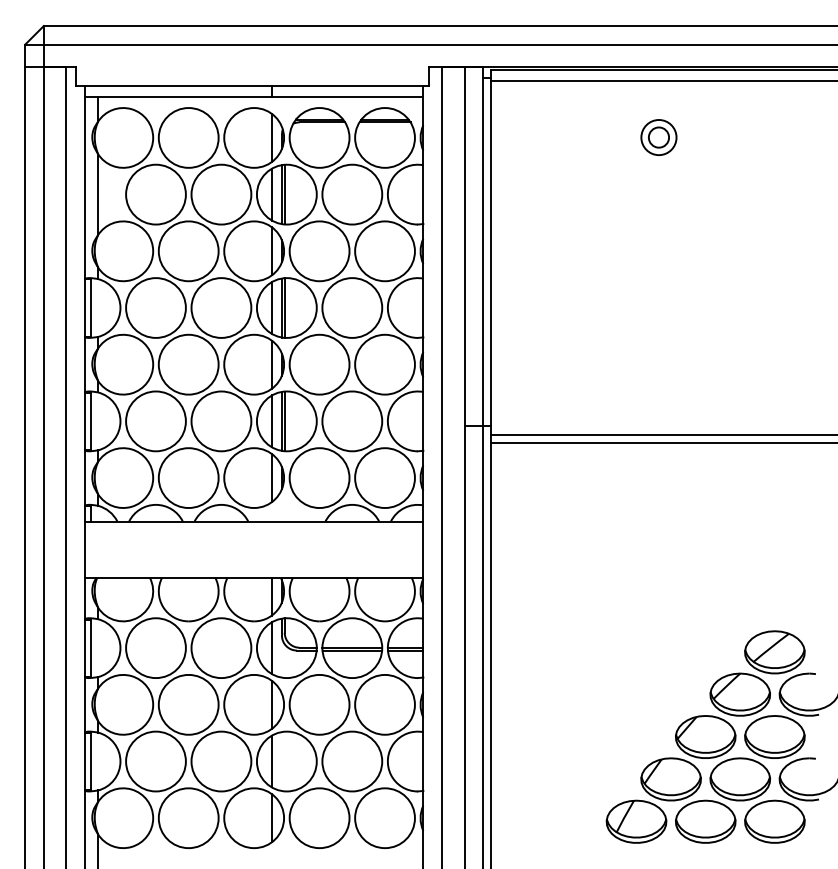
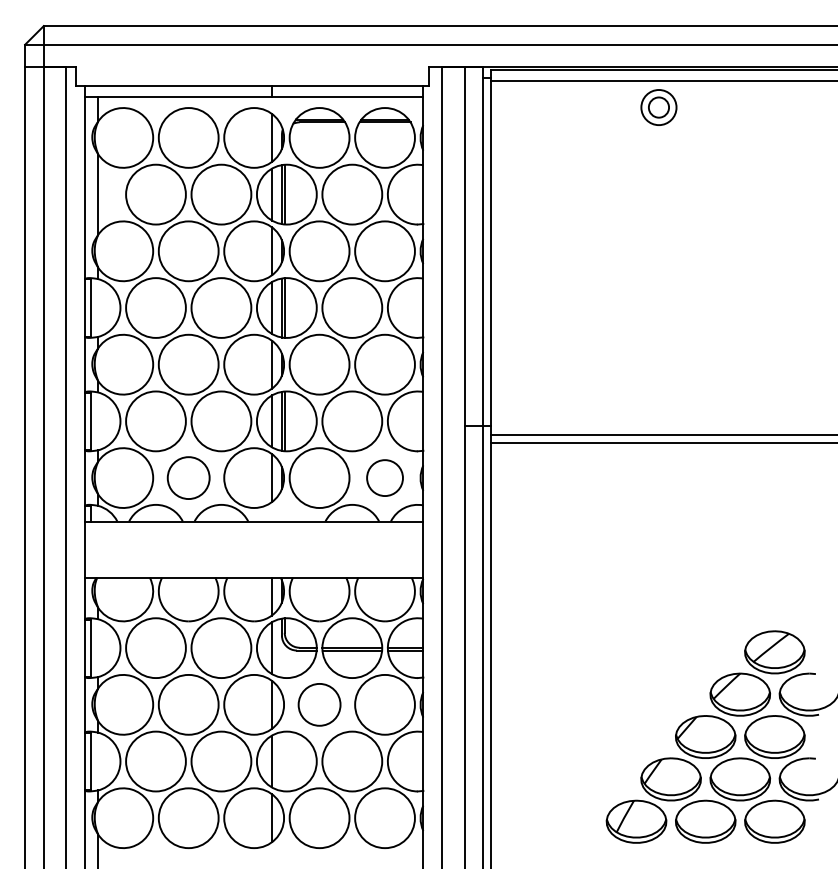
part at (658, 137) position: (658, 137) -> (658, 107)
circle at (188, 478) diameter: 60 px -> 42 px
circle at (384, 478) diameter: 60 px -> 36 px
circle at (319, 704) diameter: 60 px -> 42 px
